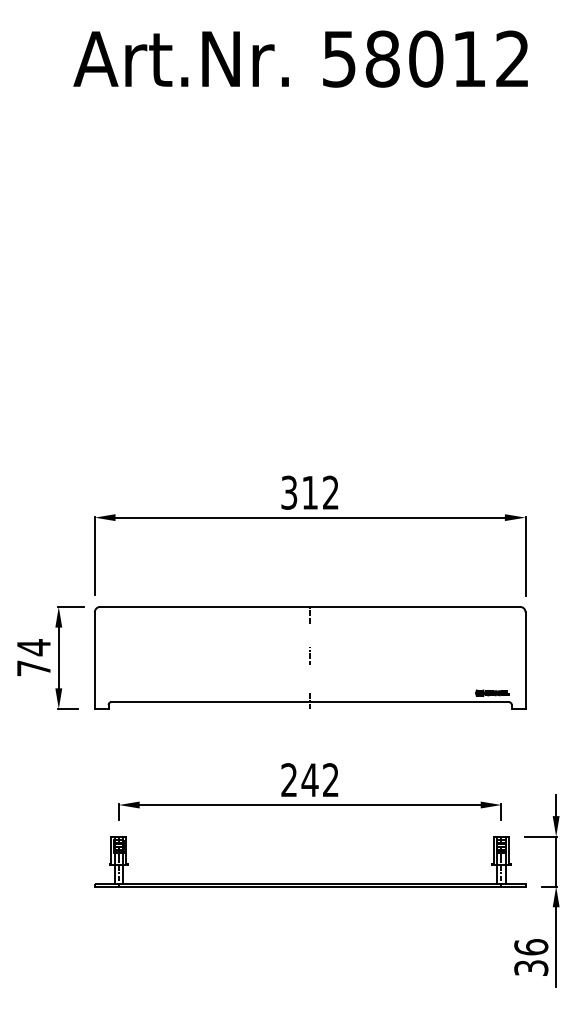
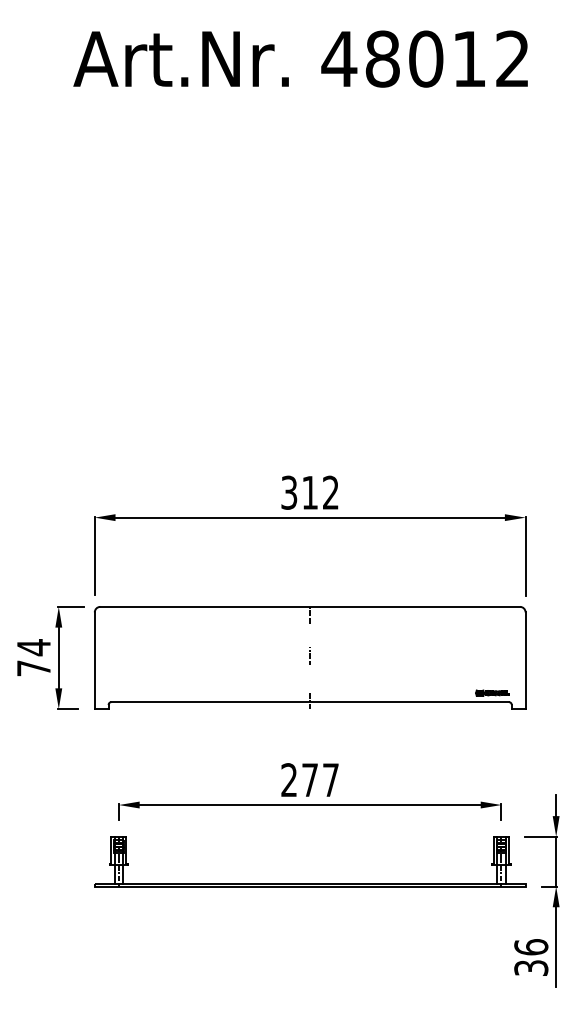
text at (339, 59): 58012 -> 48012
text at (319, 779): 242 -> 277
